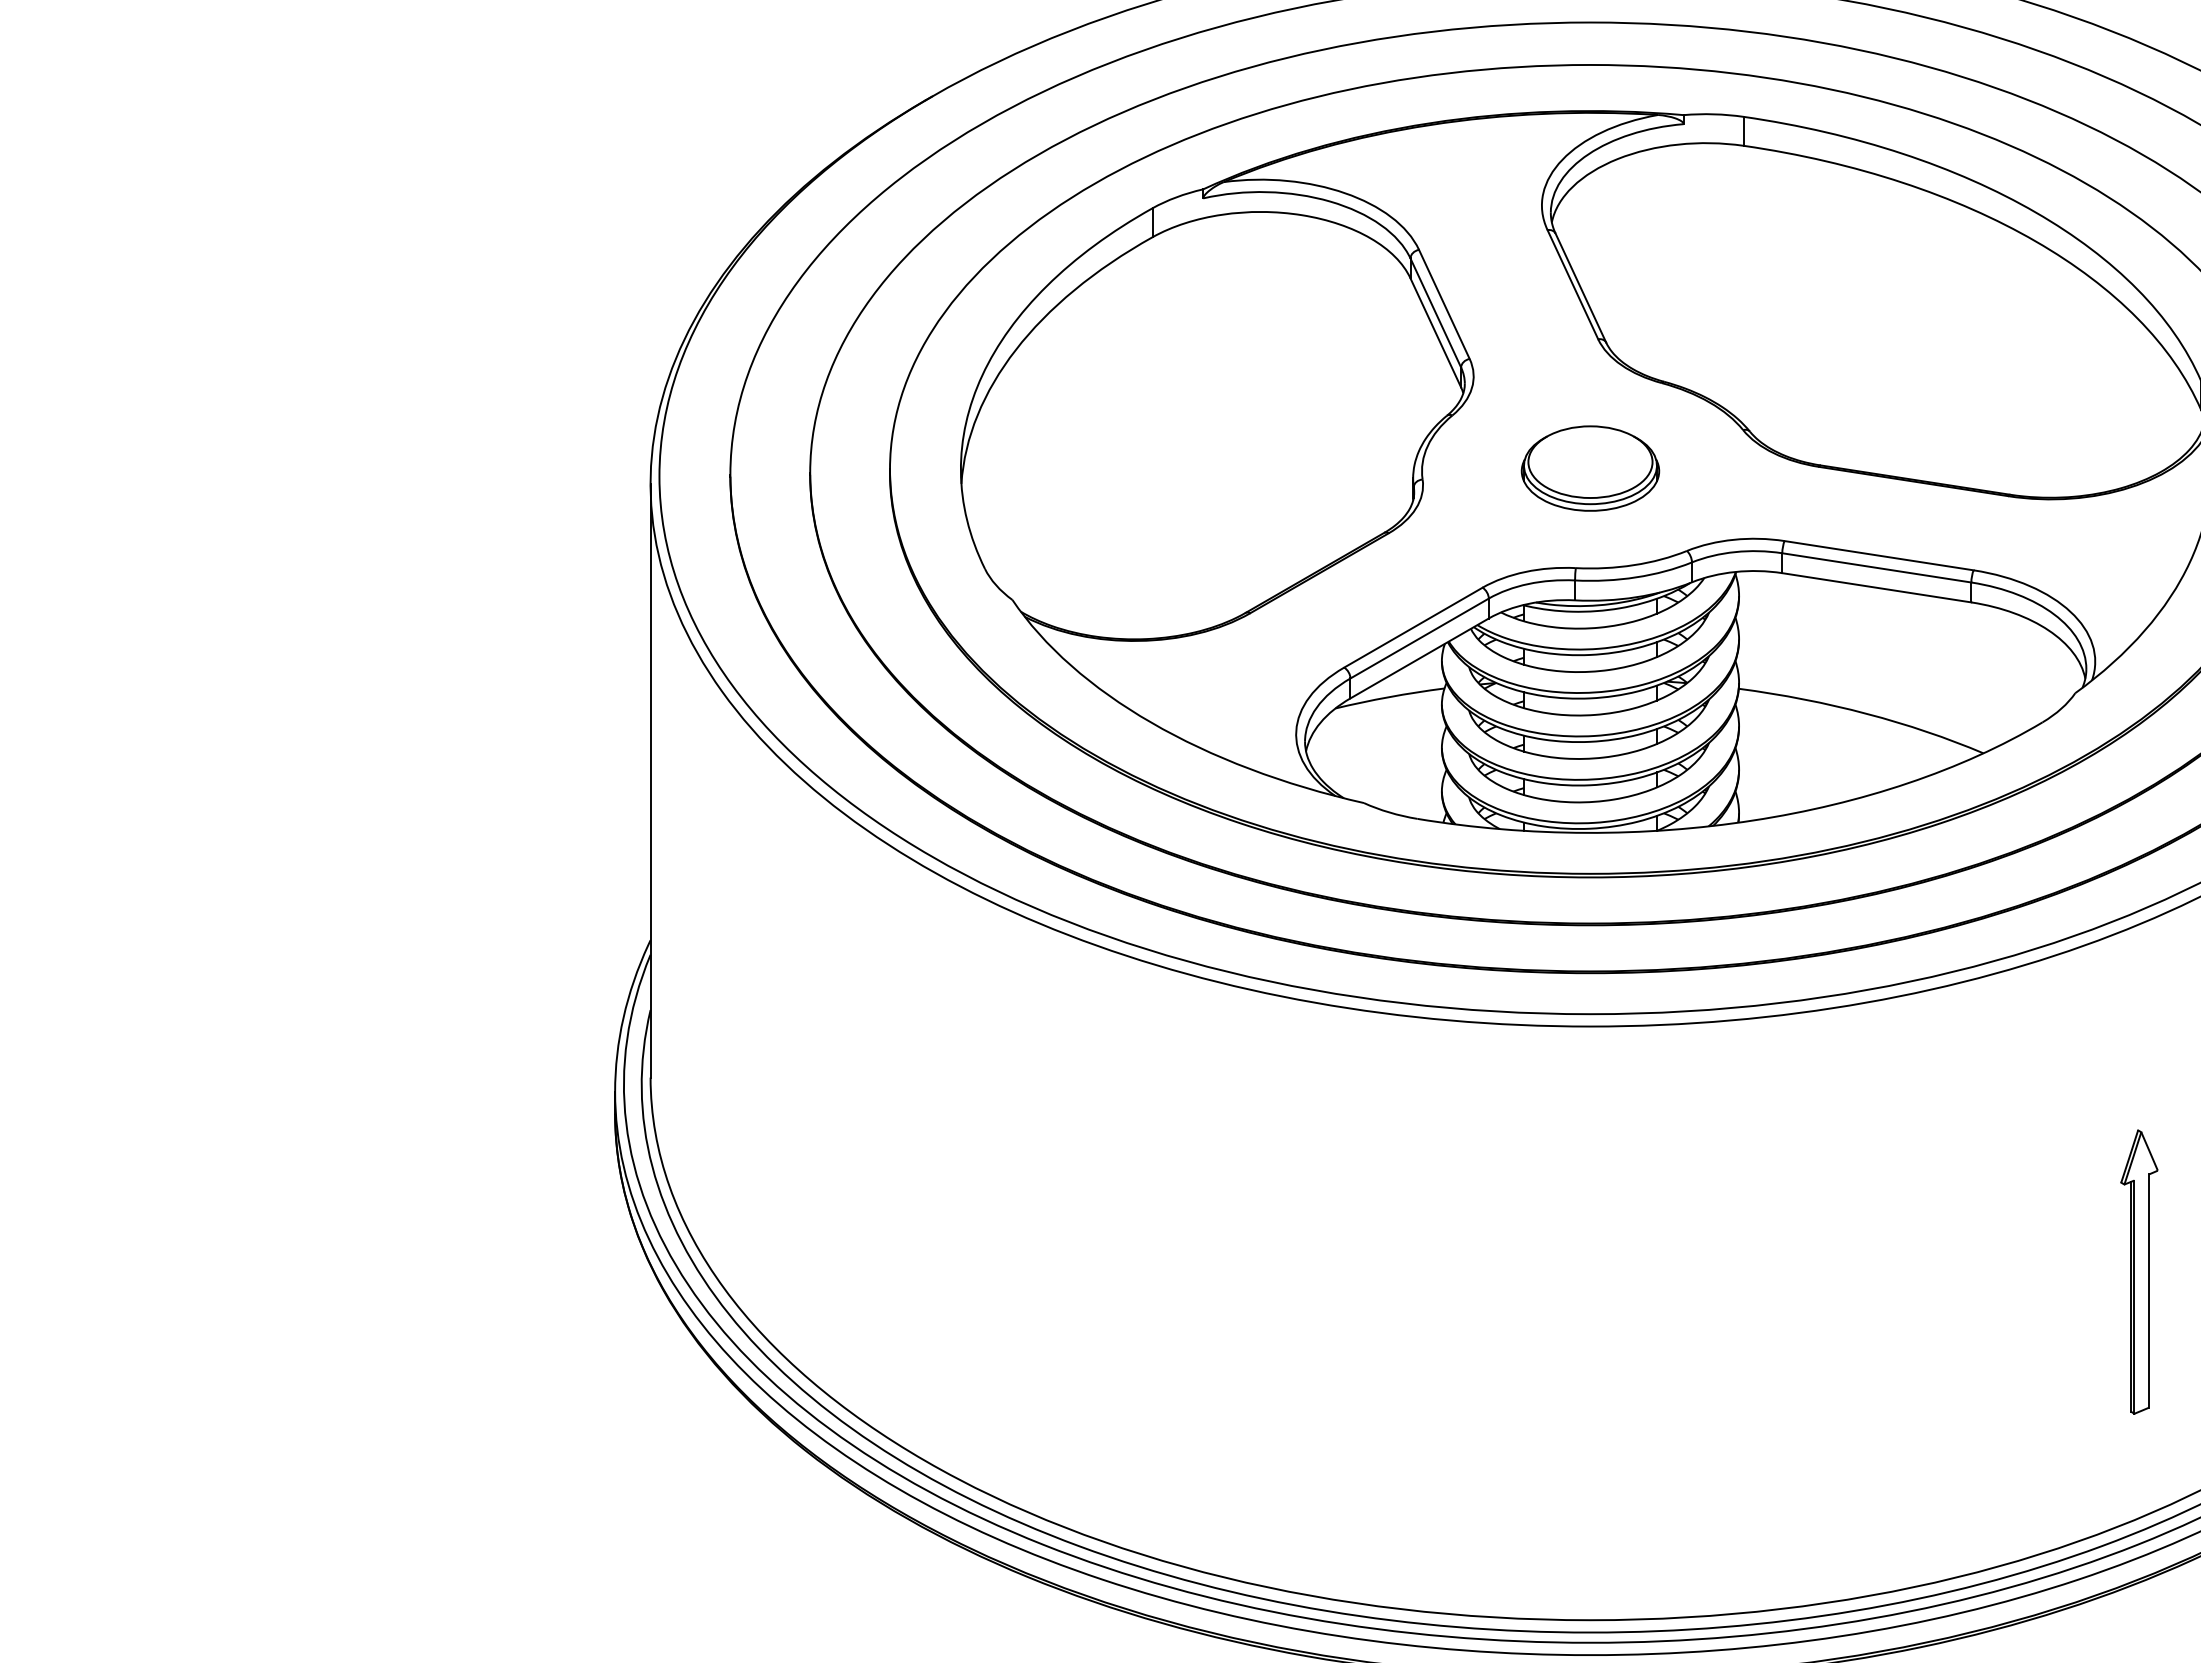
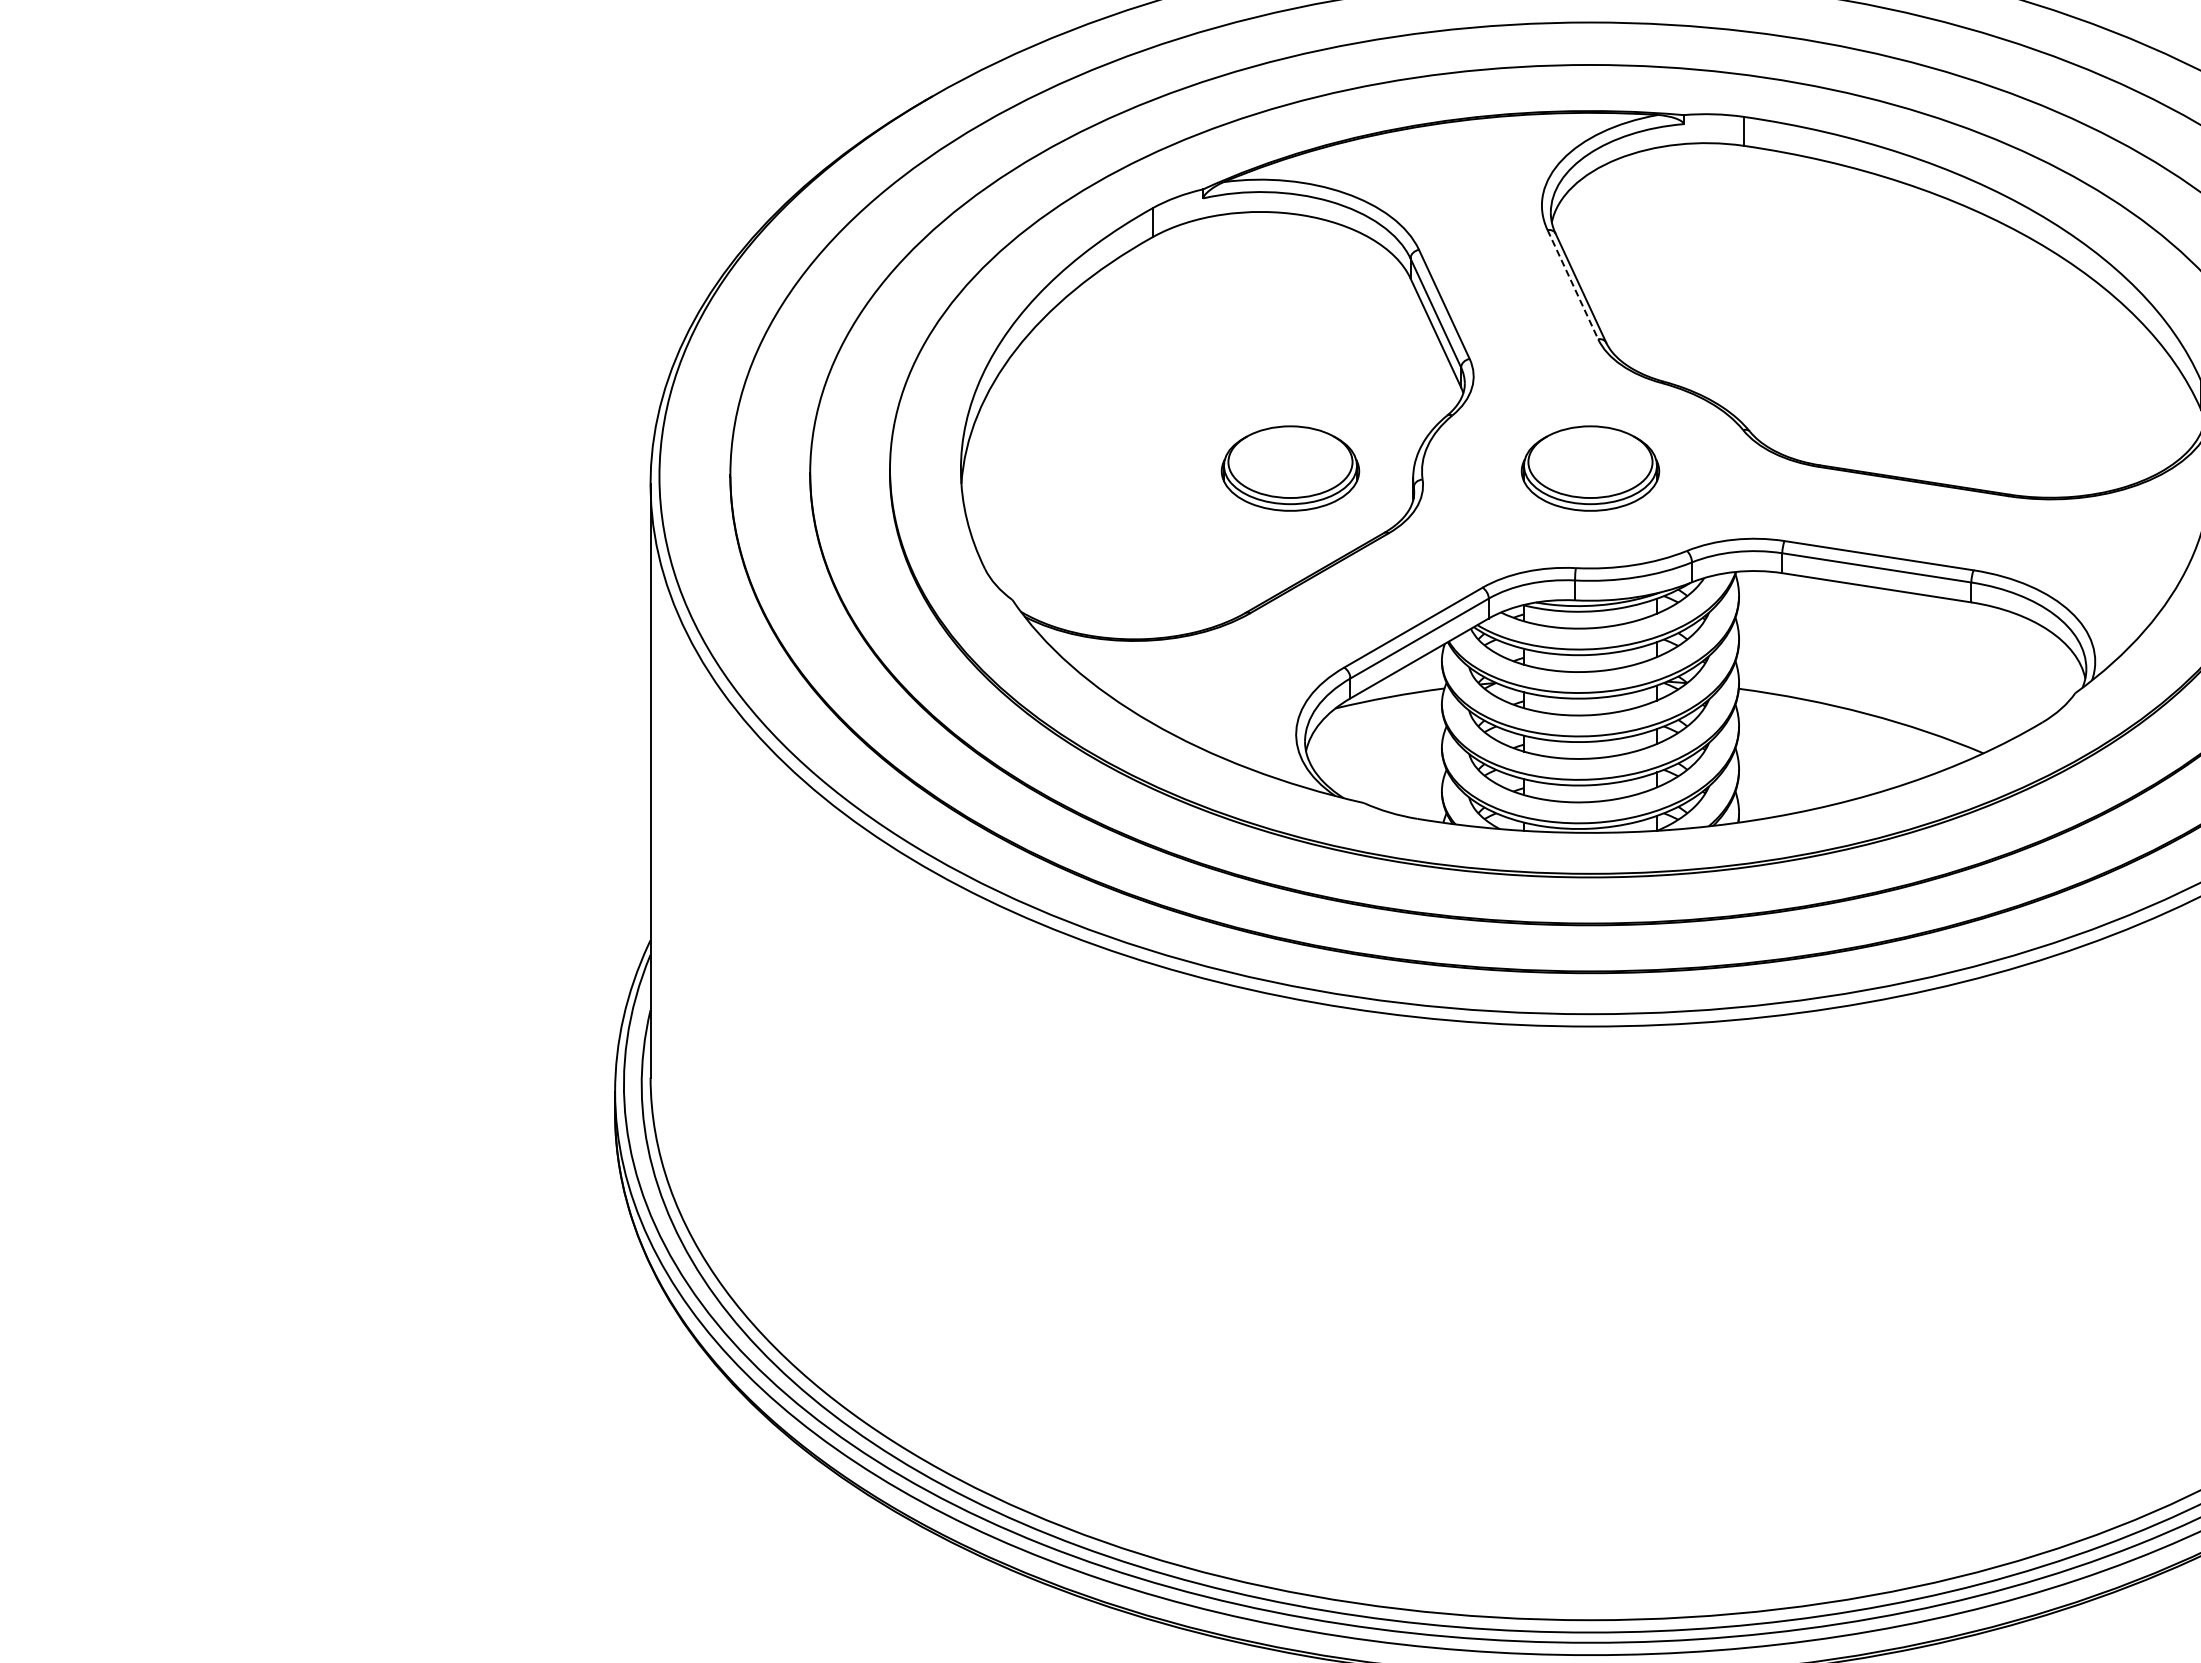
line at (1573, 285): solid -> dashed
part at (1290, 468): none -> present
part at (2139, 1271): present -> none
